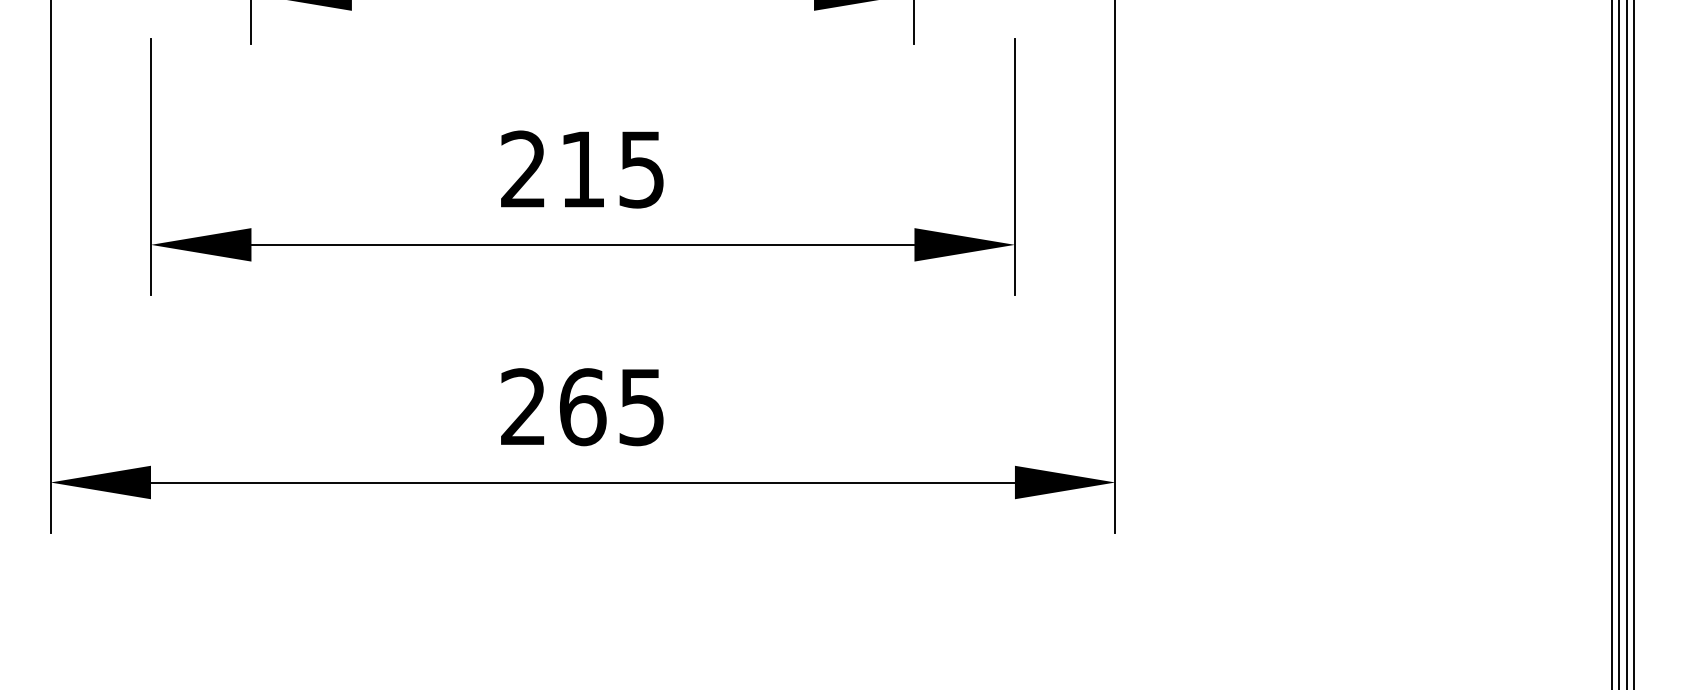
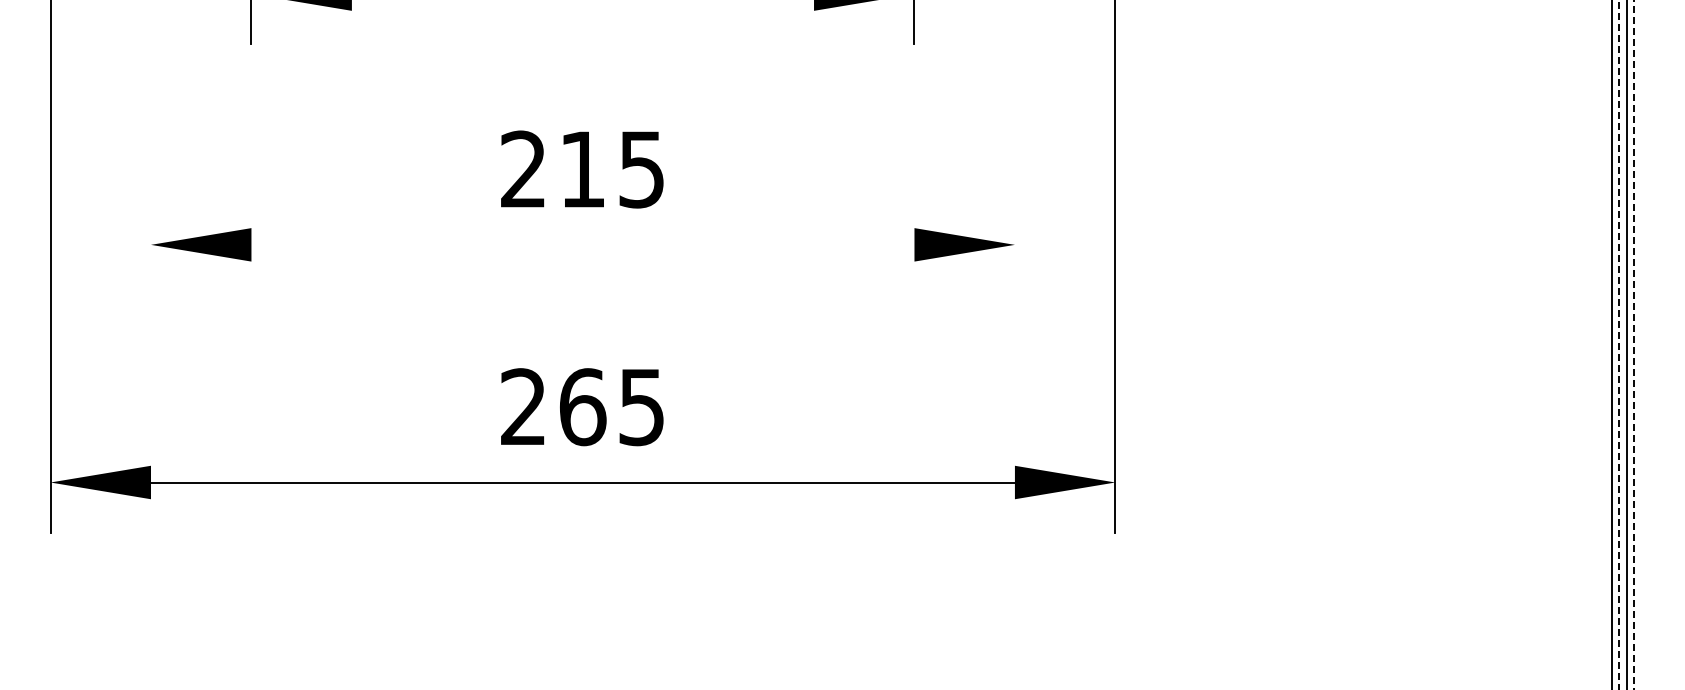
line at (151, 166): present -> none
line at (1014, 166): present -> none
line at (582, 244): present -> none
line at (1619, 344): solid -> dashed
line at (1634, 345): solid -> dashed
